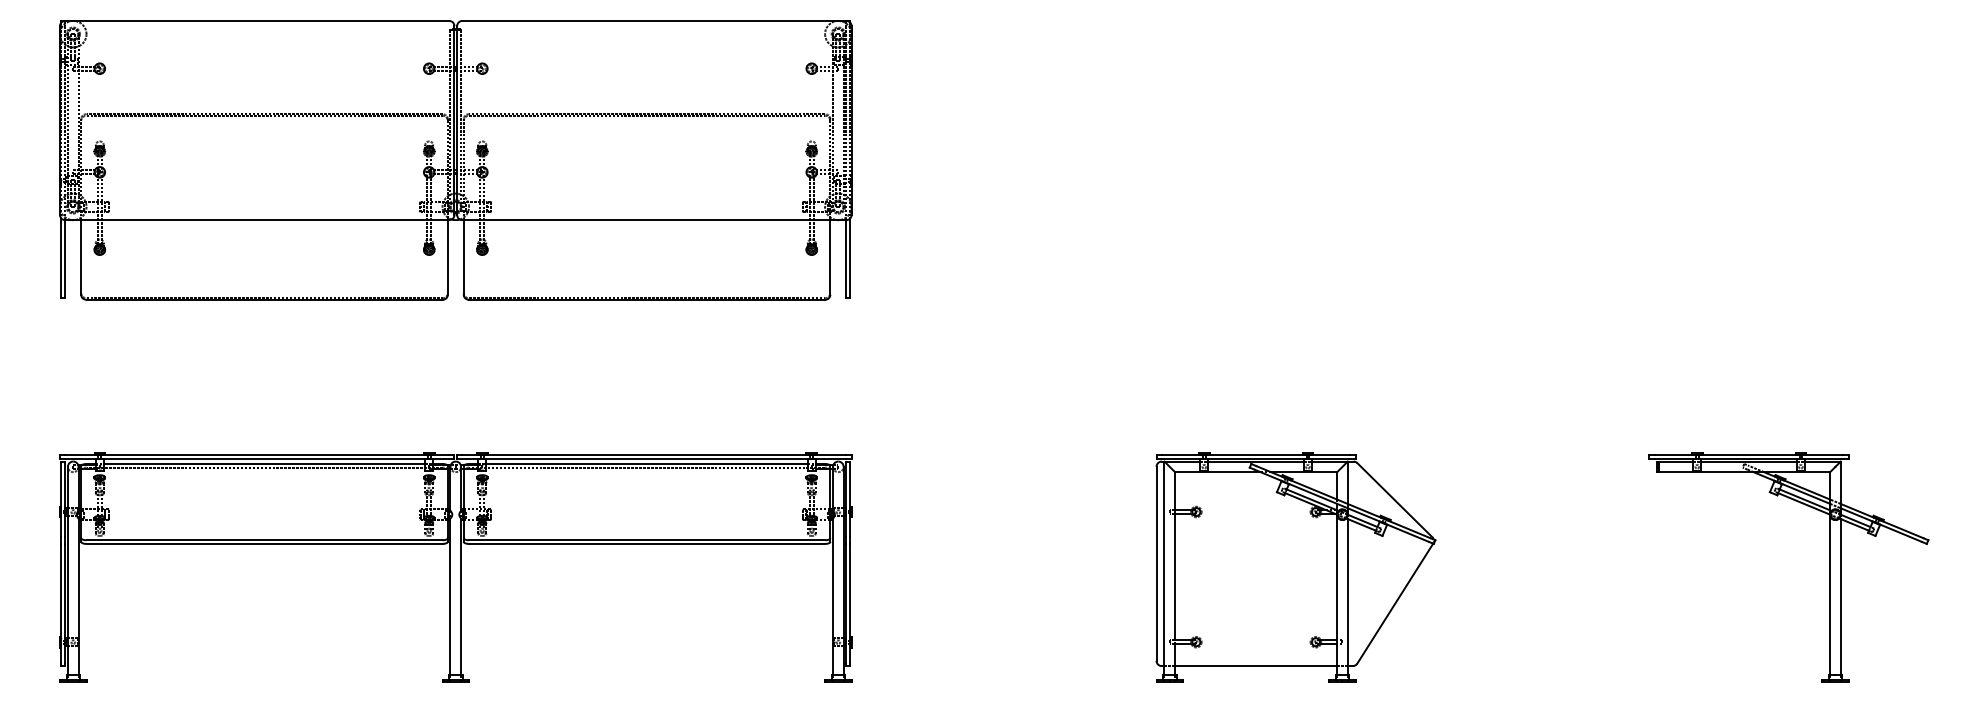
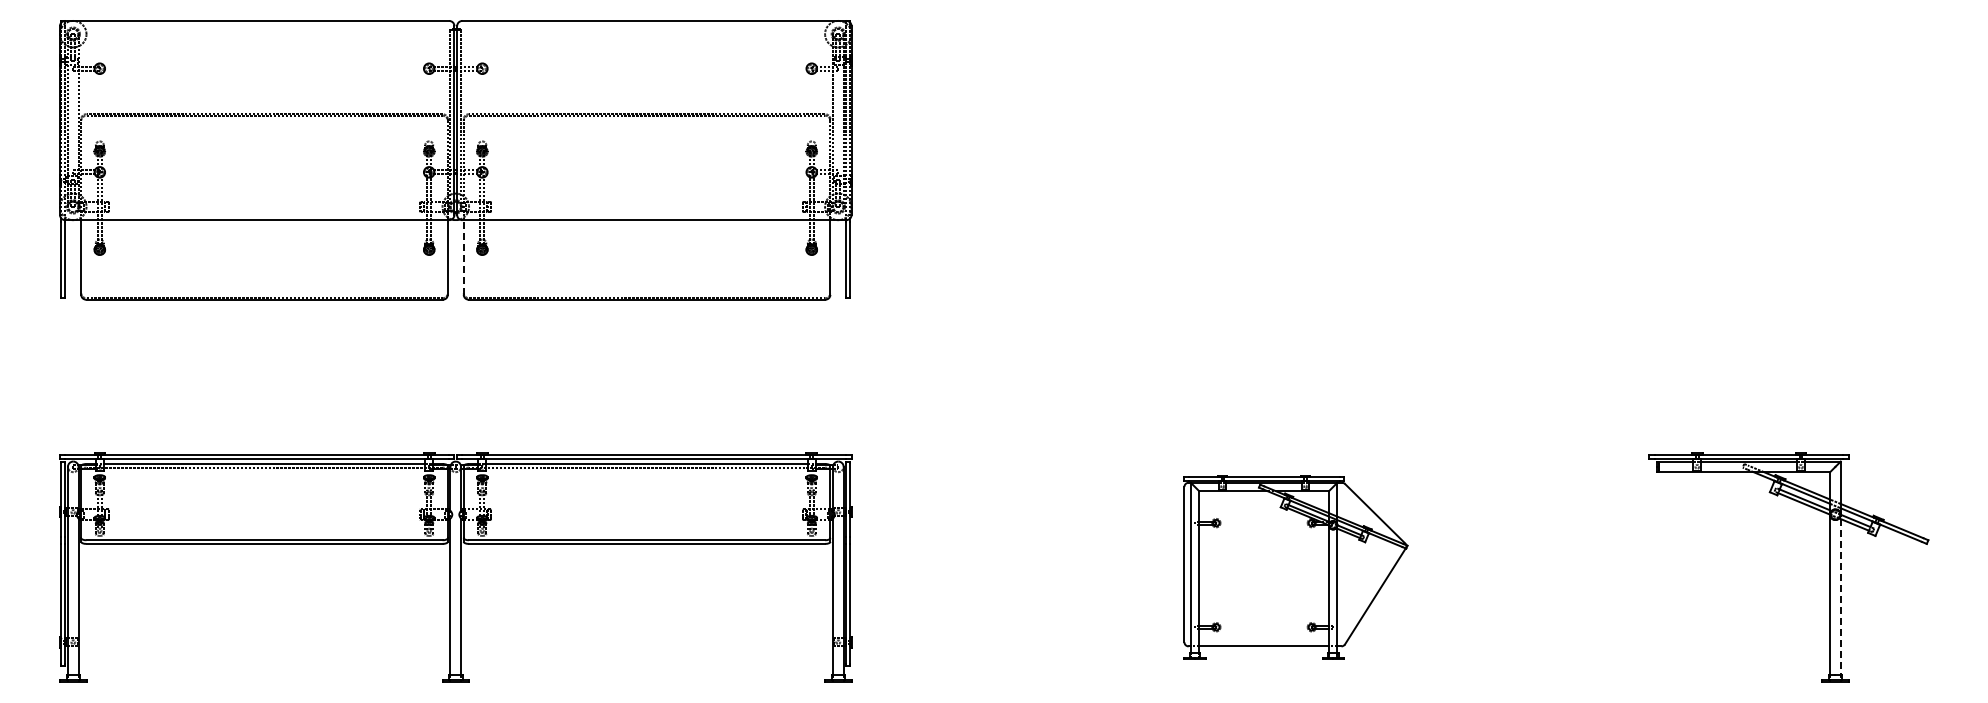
line at (463, 257): solid -> dashed
part at (1295, 567) size: 282x231 px -> 226x185 px
line at (1840, 596): solid -> dashed
